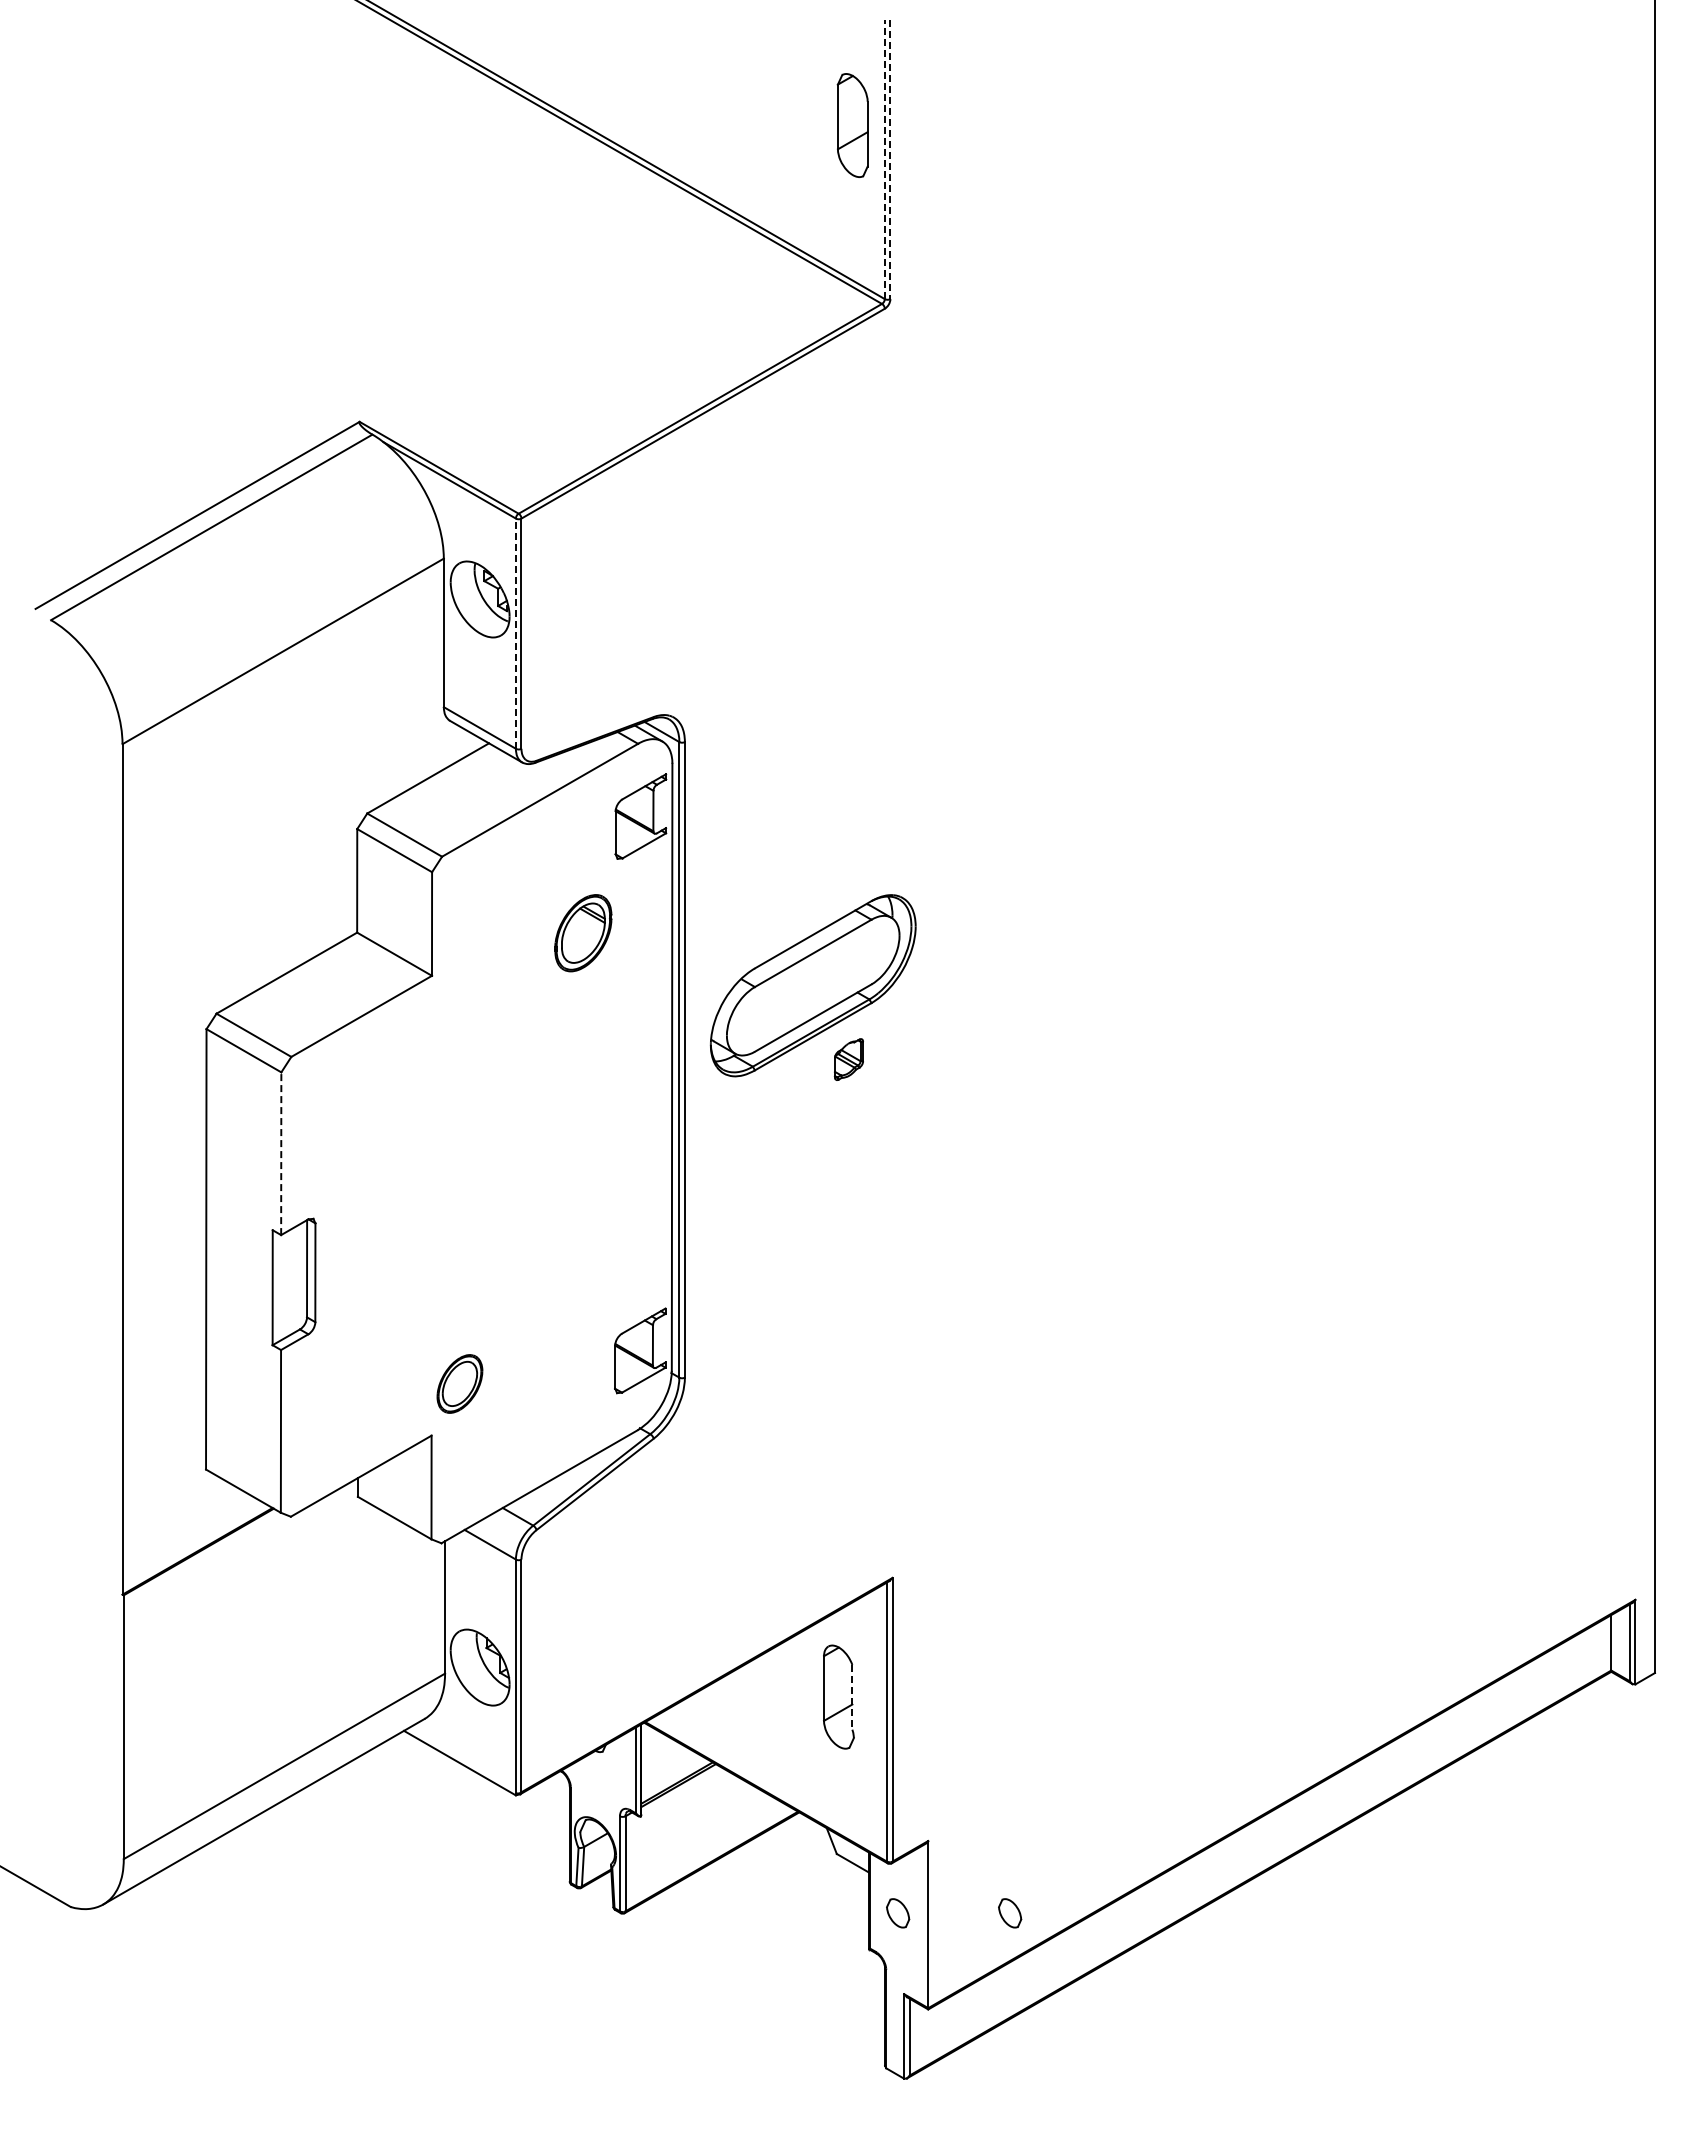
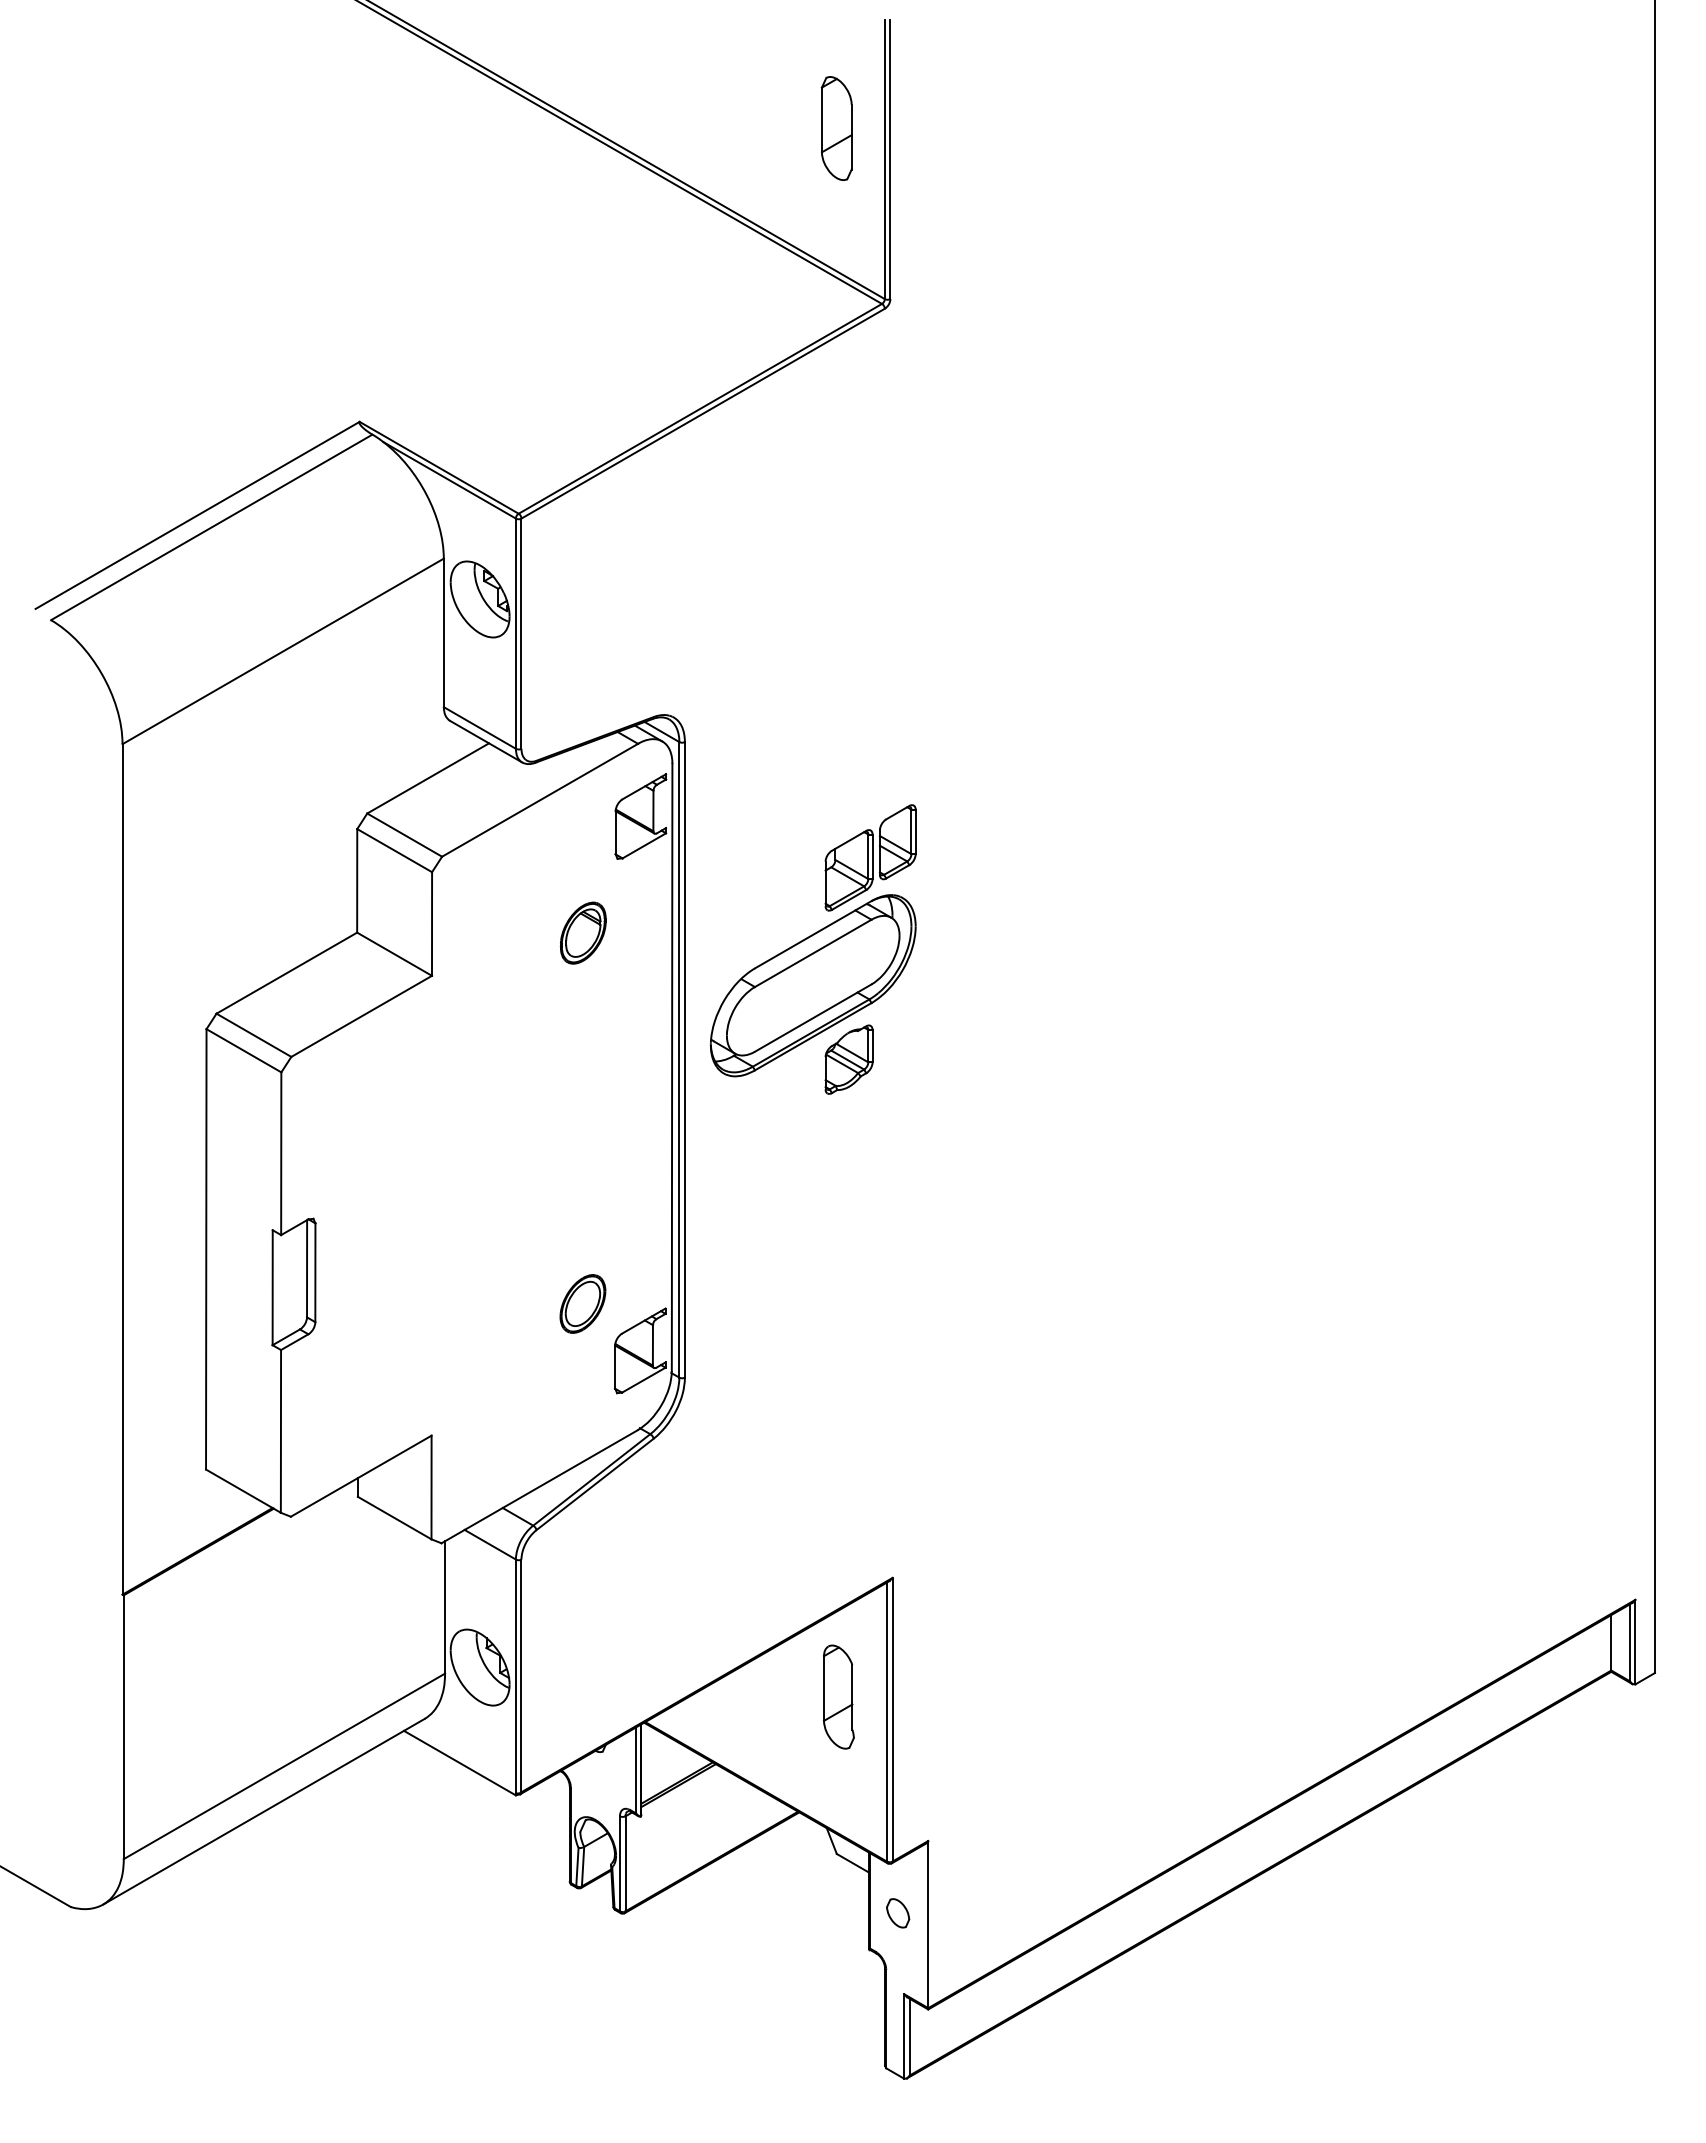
part at (852, 125) position: (852, 125) -> (836, 128)
line at (884, 159): dashed -> solid
line at (890, 159): dashed -> solid
line at (515, 633): dashed -> solid
part at (870, 857): none -> present
part at (583, 933) size: 59x79 px -> 48x64 px
part at (848, 1059) size: 30x43 px -> 50x71 px
line at (281, 1153): dashed -> solid
part at (459, 1383) position: (459, 1383) -> (582, 1303)
line at (852, 1697): dashed -> solid
part at (1010, 1913): present -> none
